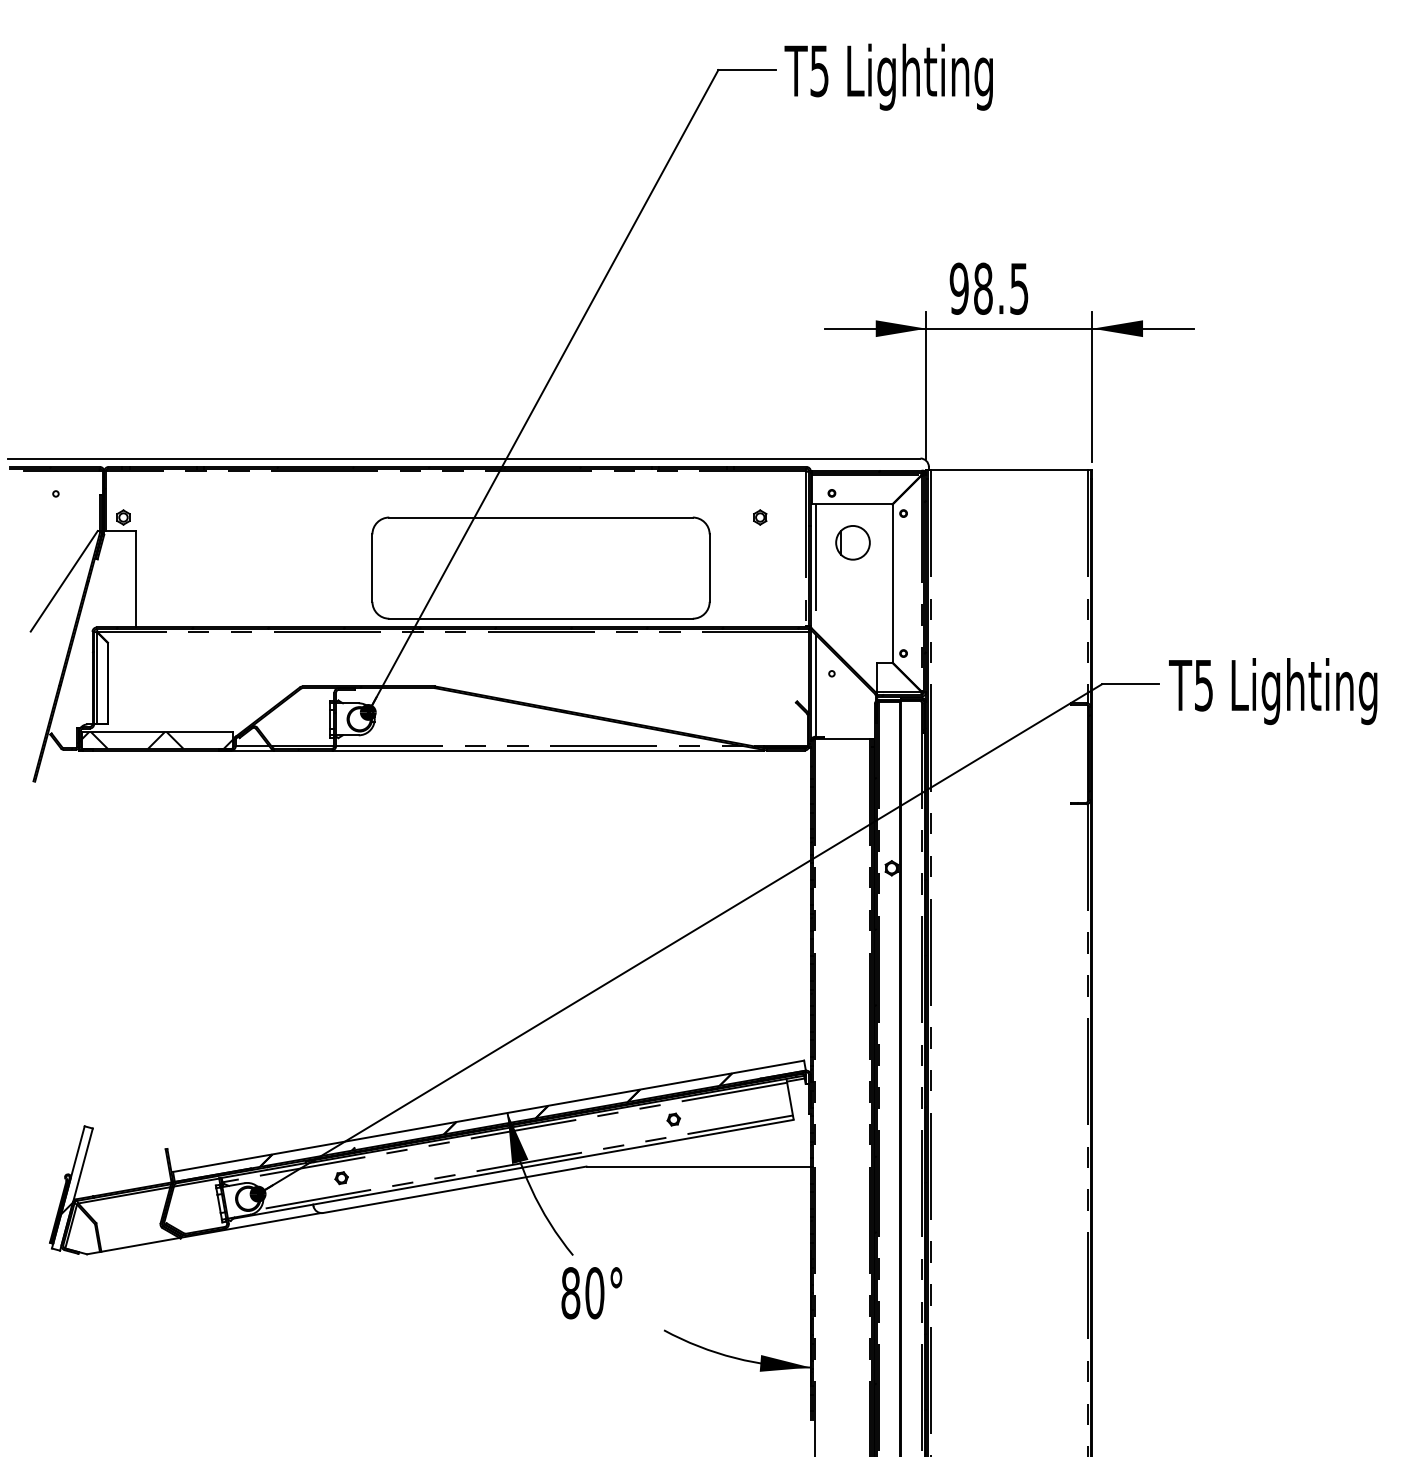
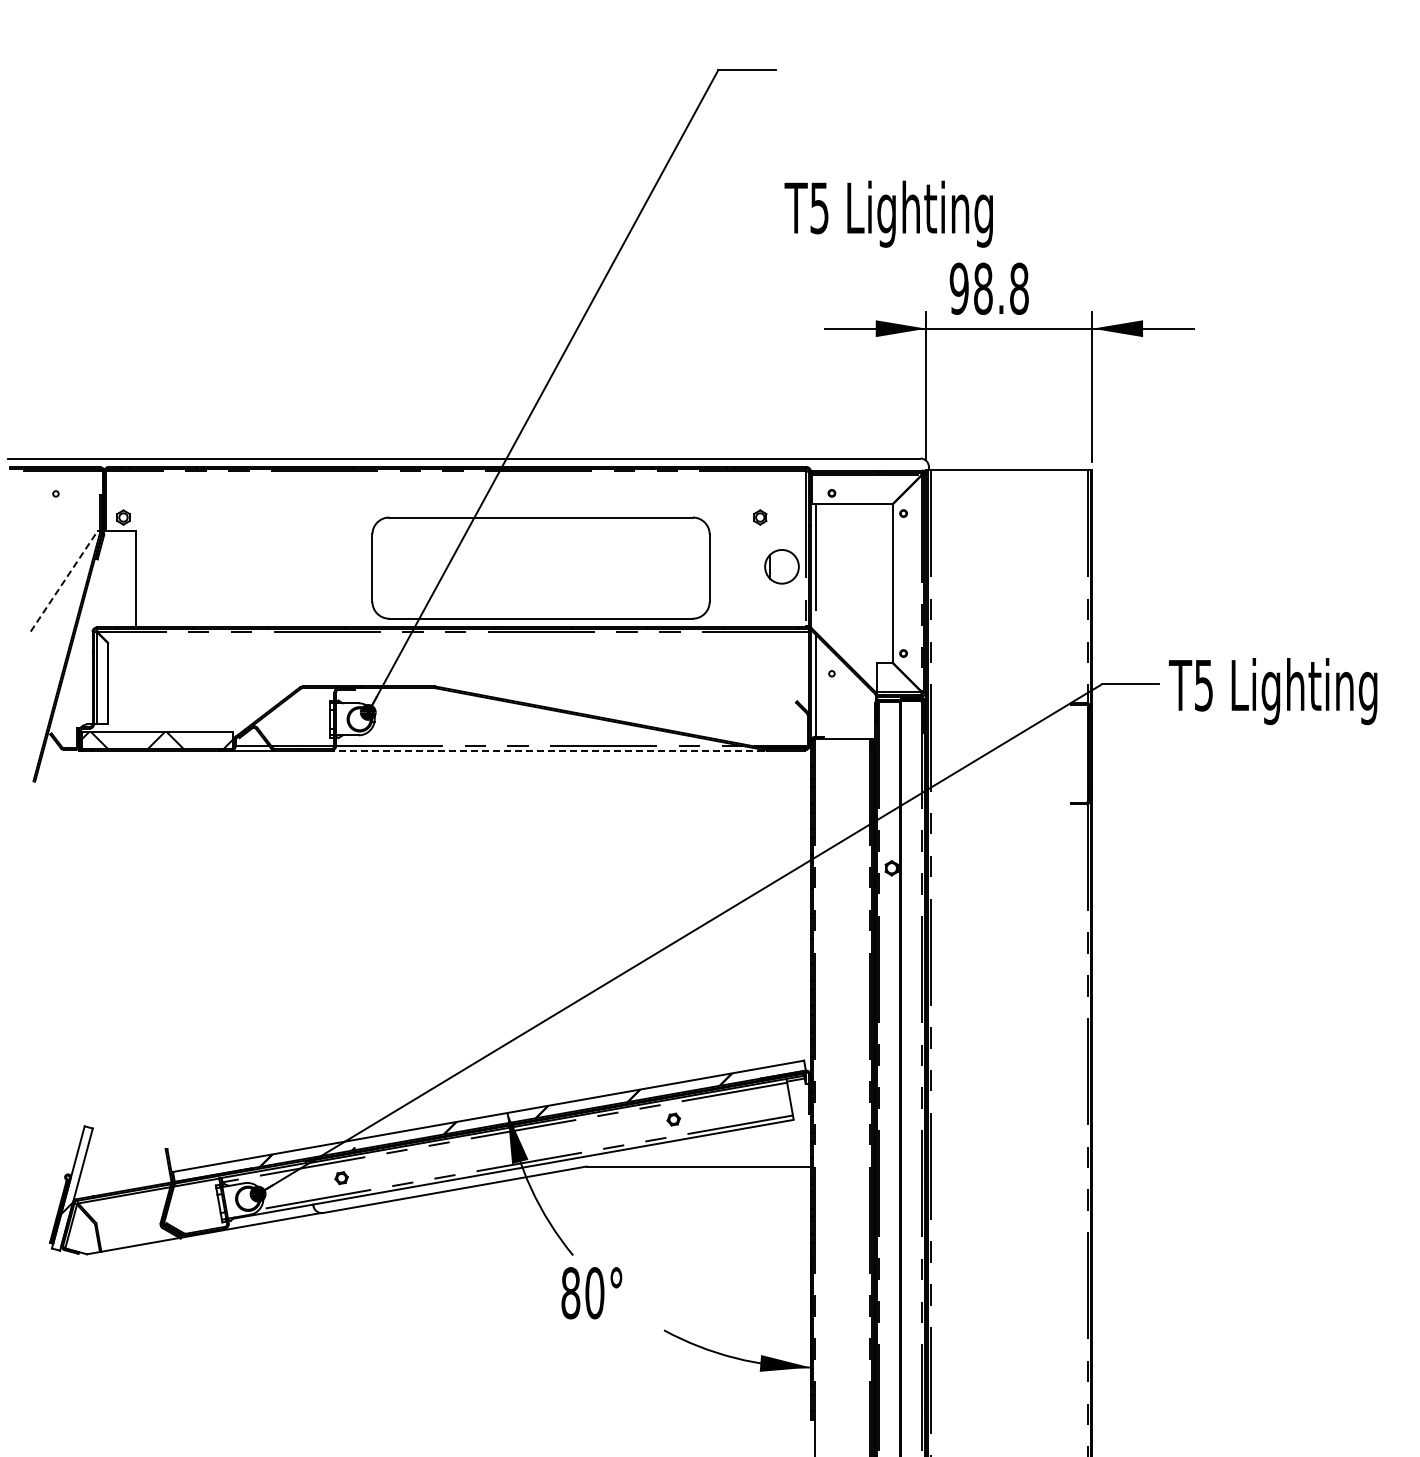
text at (888, 76) position: (888, 76) -> (888, 213)
text at (1019, 288): 98.5 -> 98.8
part at (852, 542) position: (852, 542) -> (781, 566)
line at (64, 580): solid -> dashed
line at (547, 750): solid -> dashed
